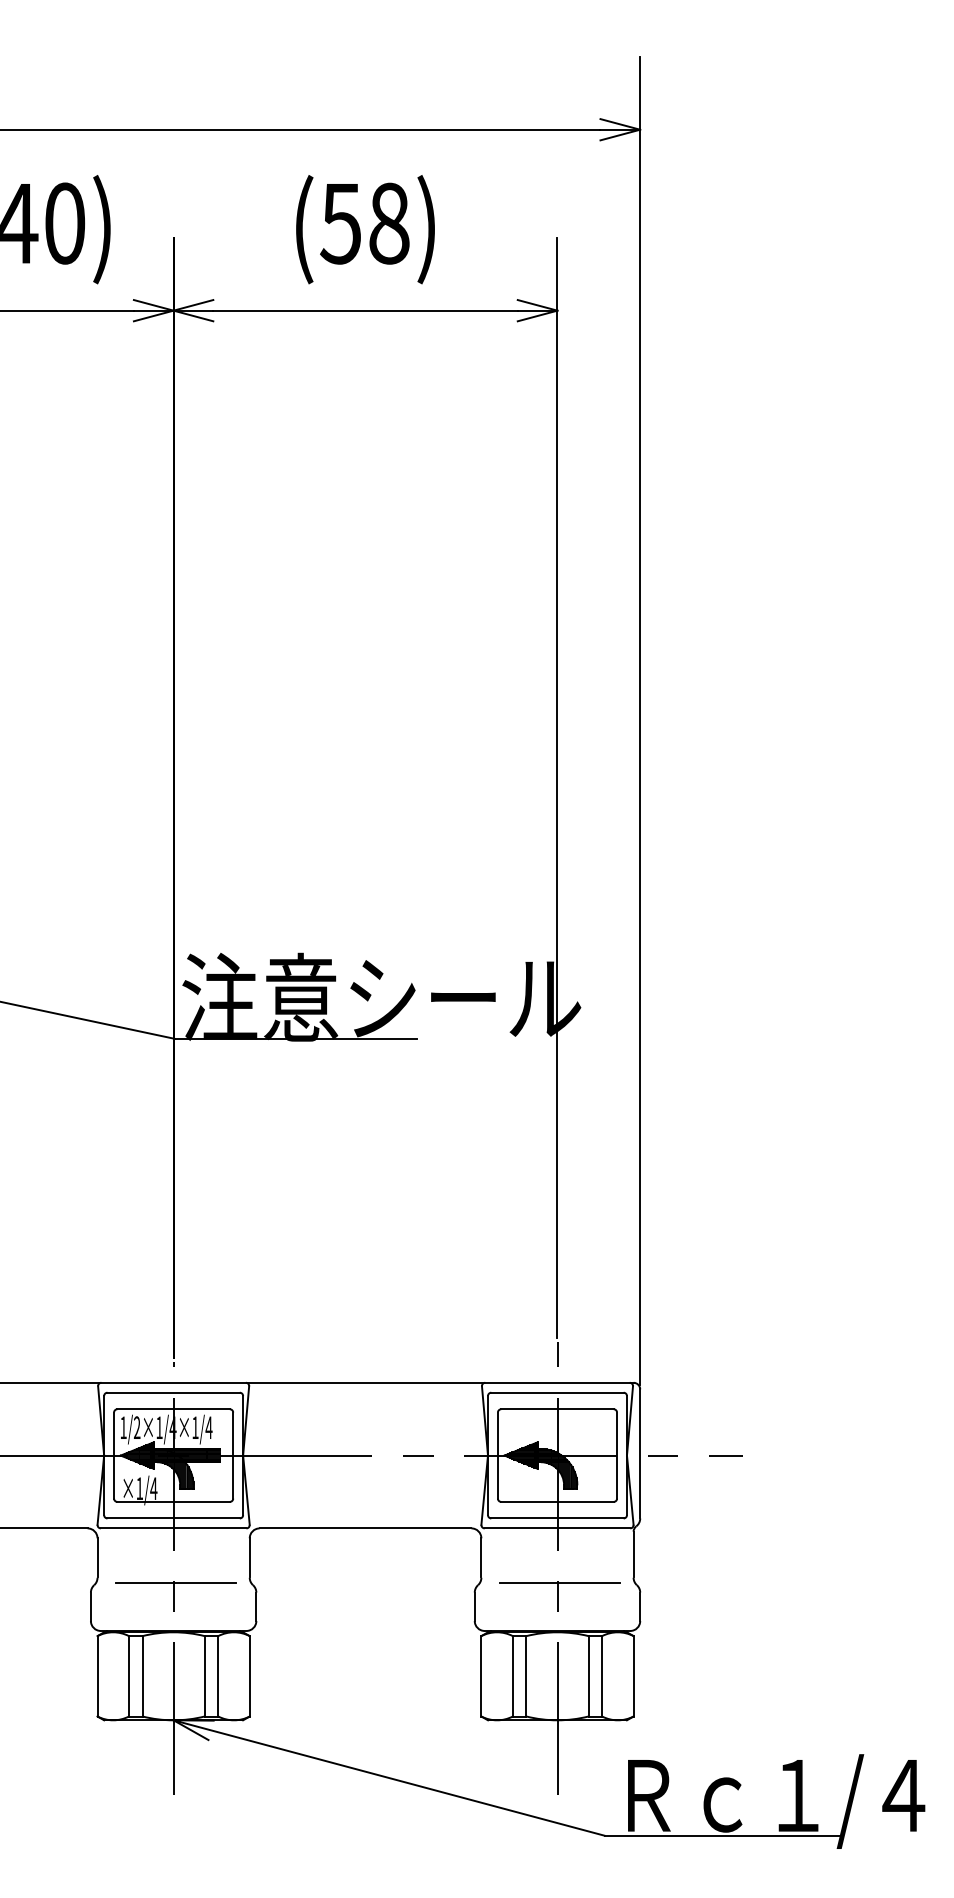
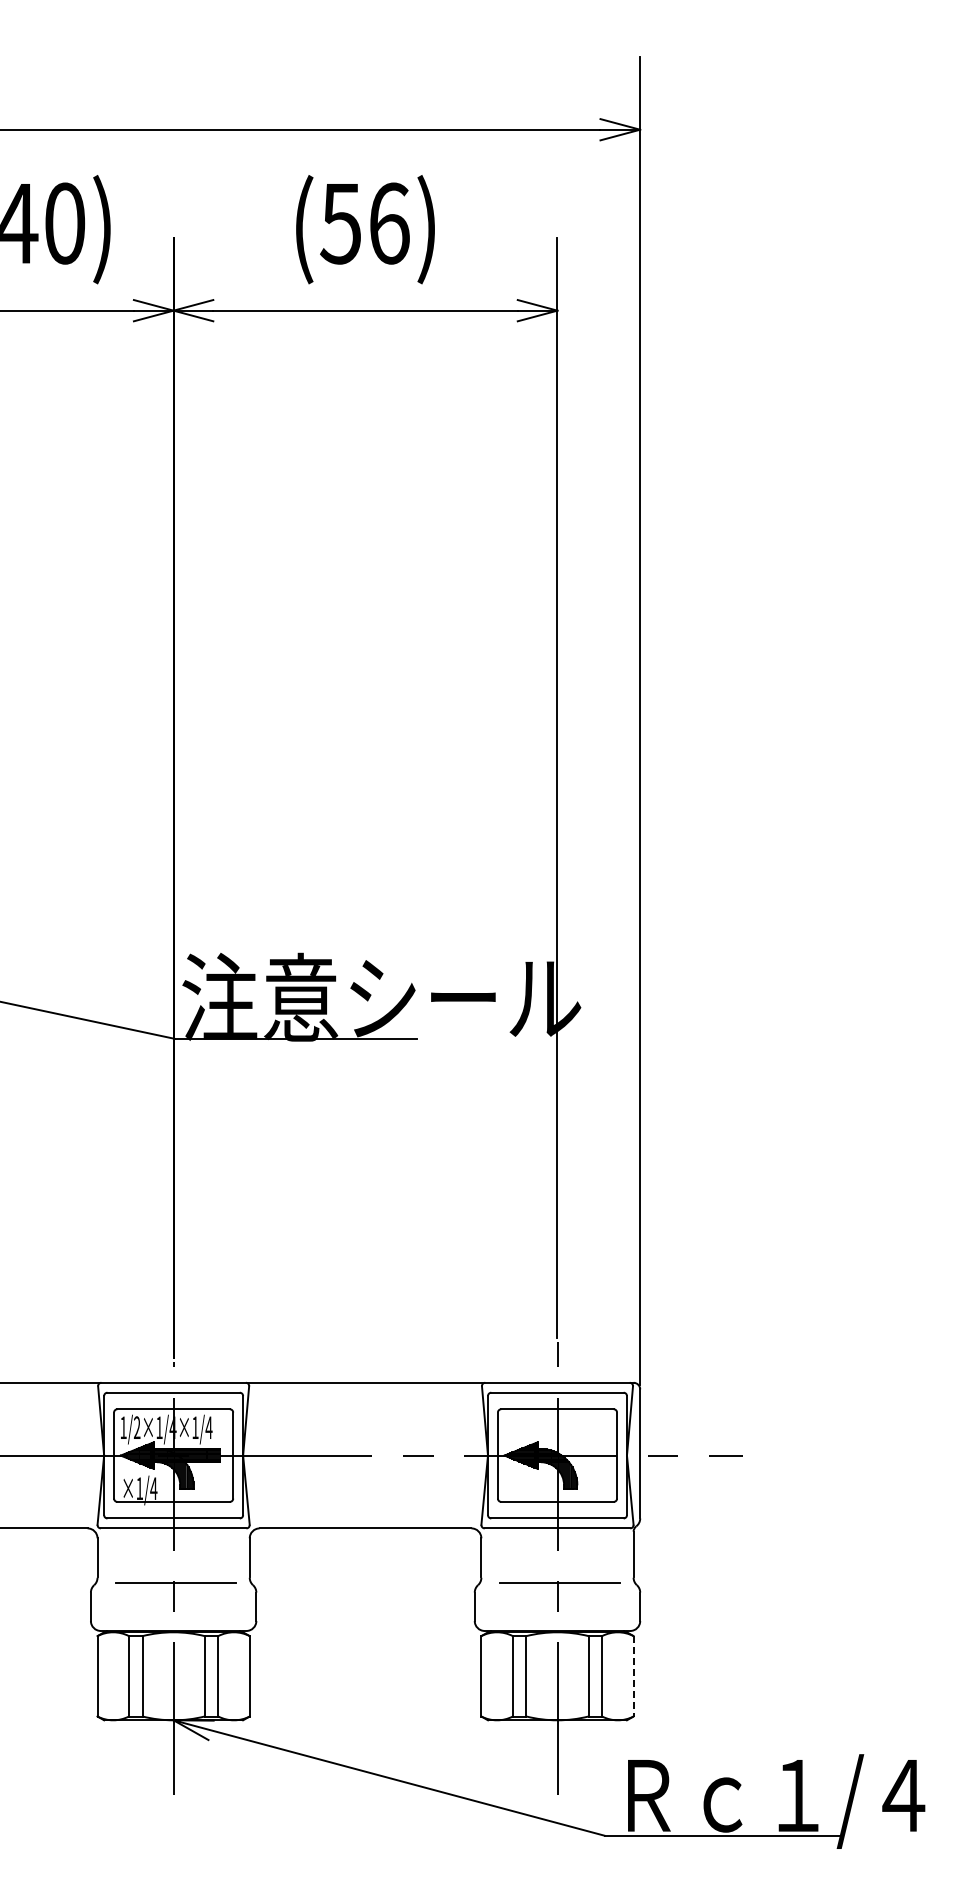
text at (389, 223): (58) -> (56)
line at (633, 1676): solid -> dashed
